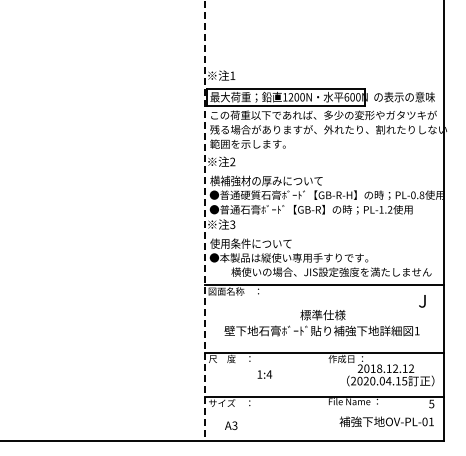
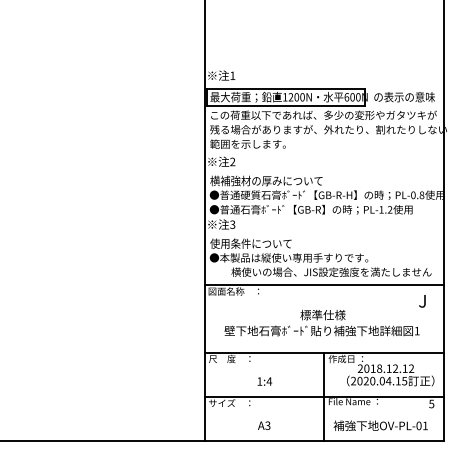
line at (204, 220): dashed -> solid
text at (264, 374) position: (264, 374) -> (264, 381)
line at (324, 396): none -> present
text at (386, 421) position: (386, 421) -> (380, 425)
text at (231, 425) position: (231, 425) -> (264, 425)
